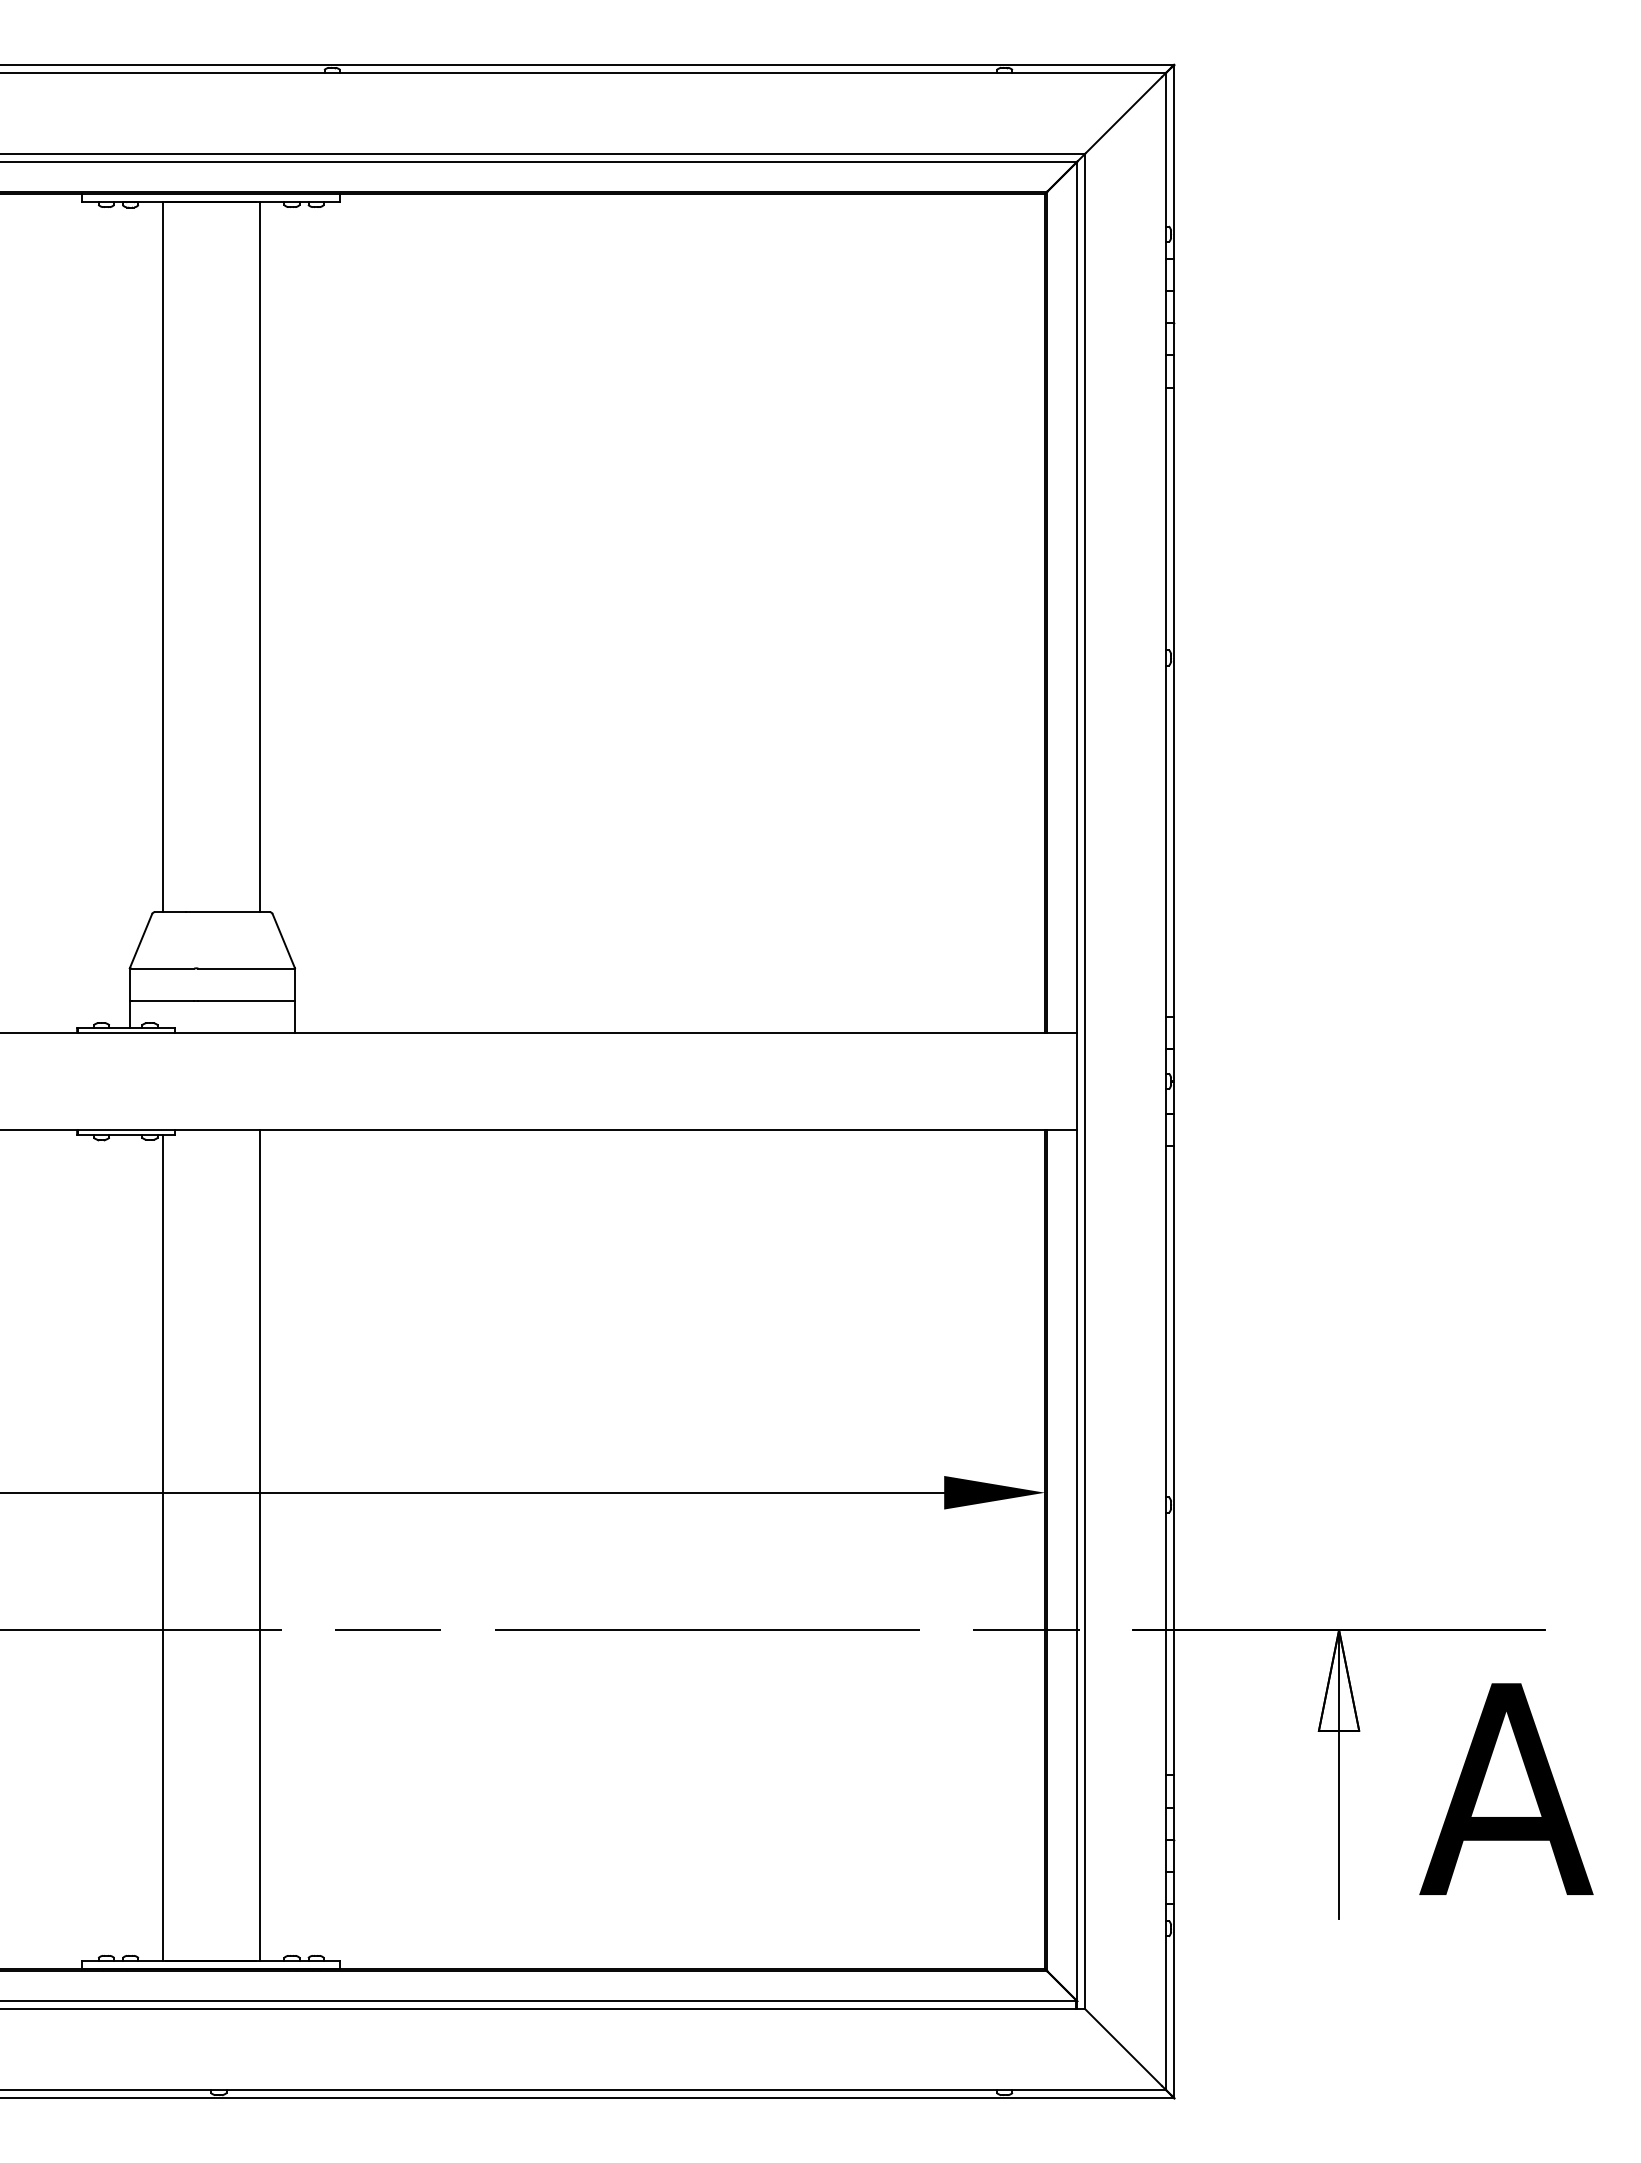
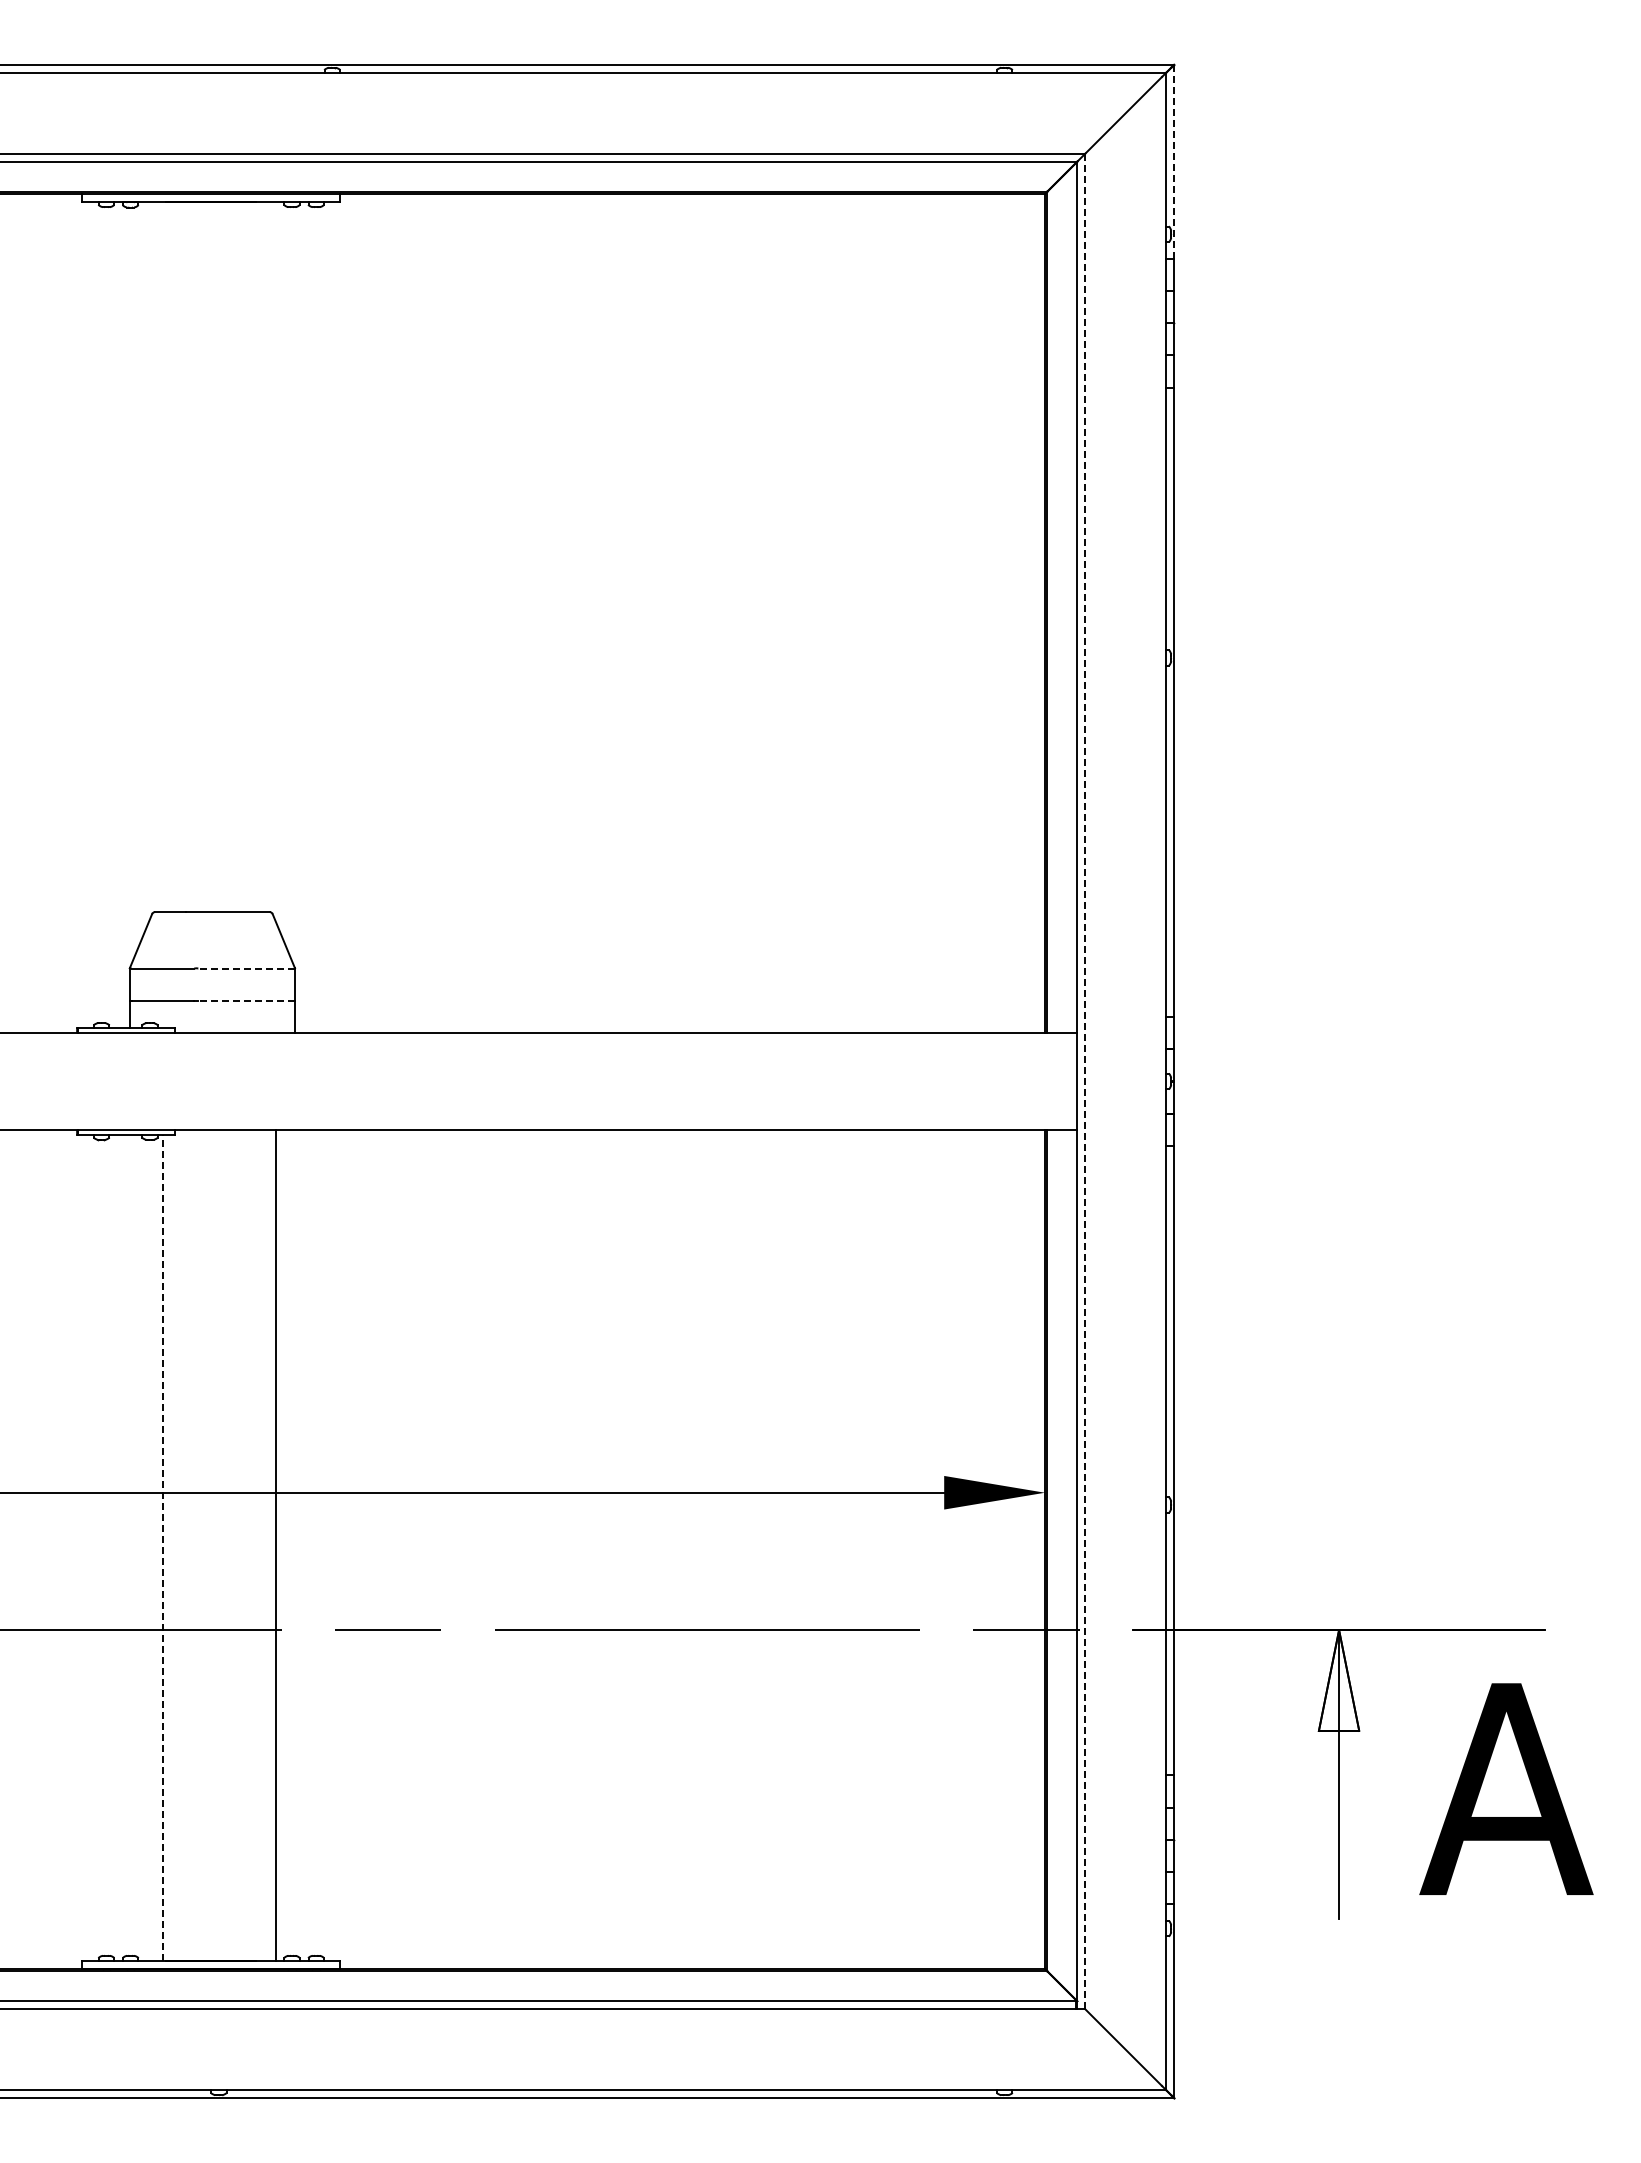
line at (1174, 161): solid -> dashed
line at (162, 557): present -> none
line at (259, 557): present -> none
line at (246, 968): solid -> dashed
line at (246, 1000): solid -> dashed
line at (1085, 1081): solid -> dashed
line at (259, 1544) position: (259, 1544) -> (275, 1544)
line at (162, 1547): solid -> dashed
